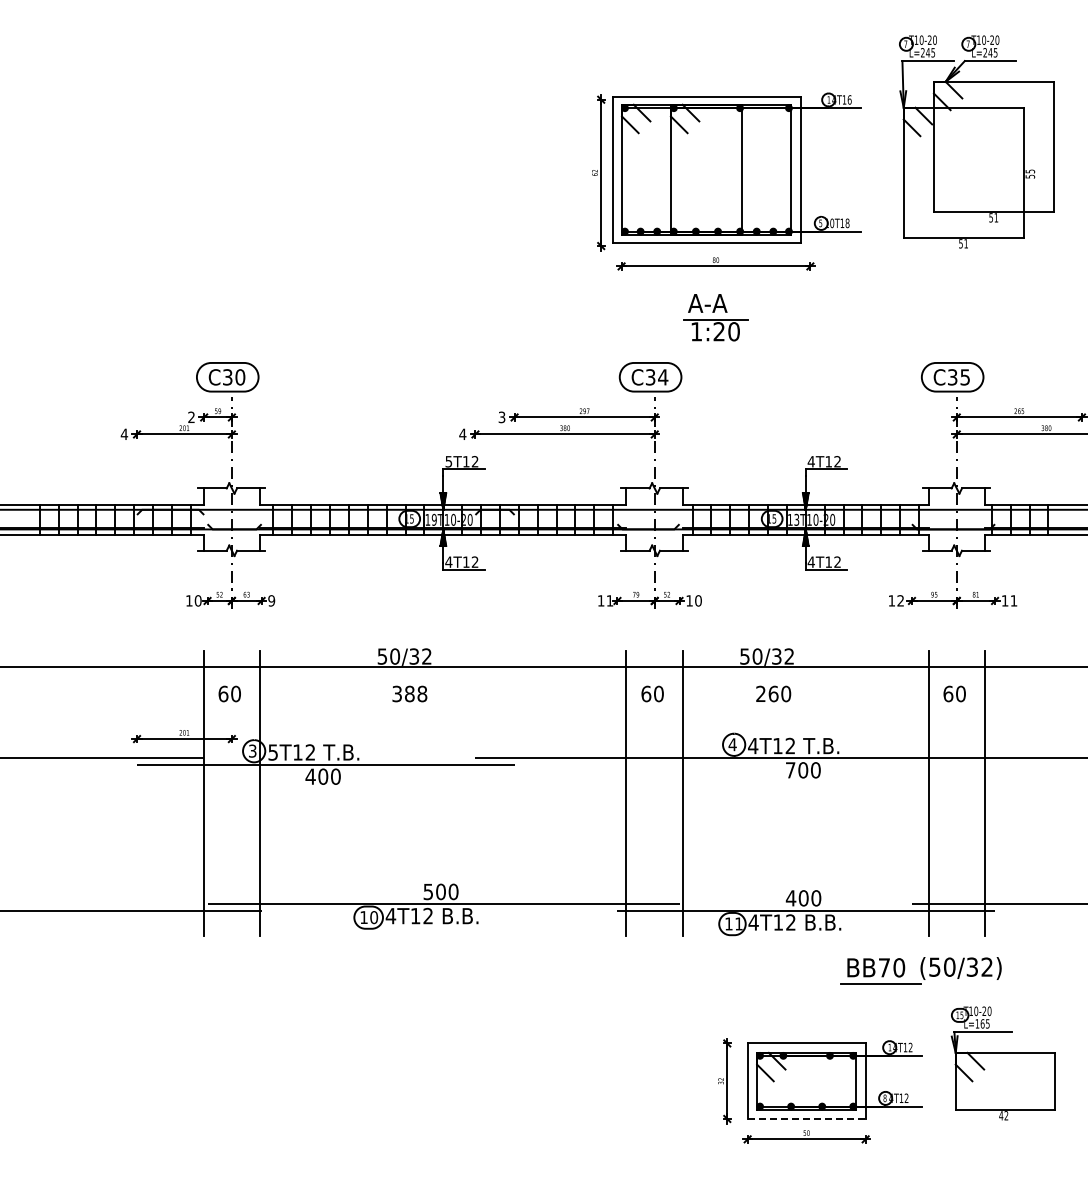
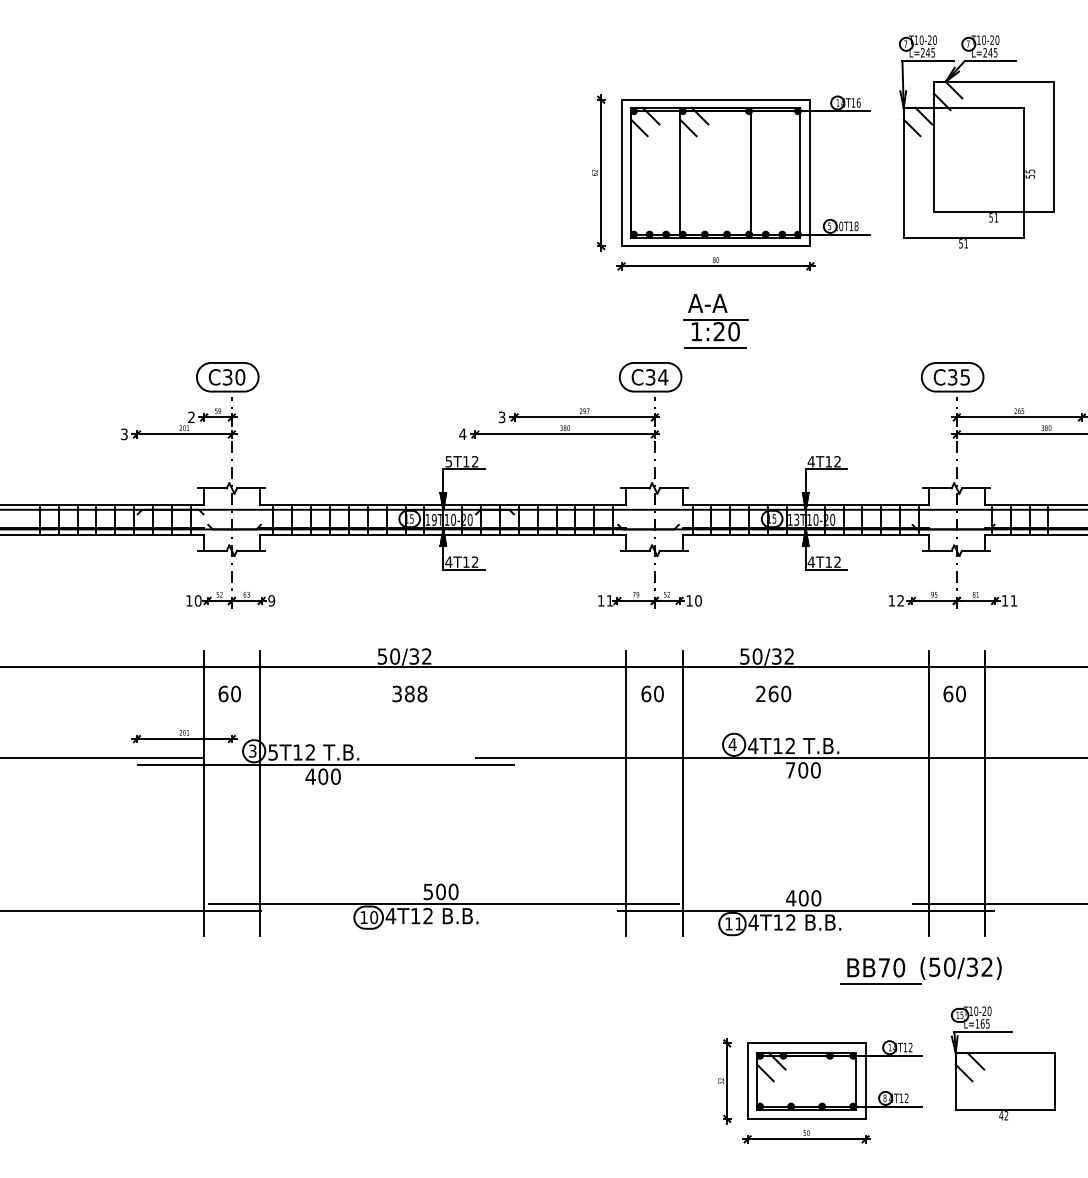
part at (736, 167) position: (736, 167) -> (745, 170)
line at (715, 348): none -> present
text at (124, 434): 4 -> 3
line at (806, 1118): dashed -> solid
